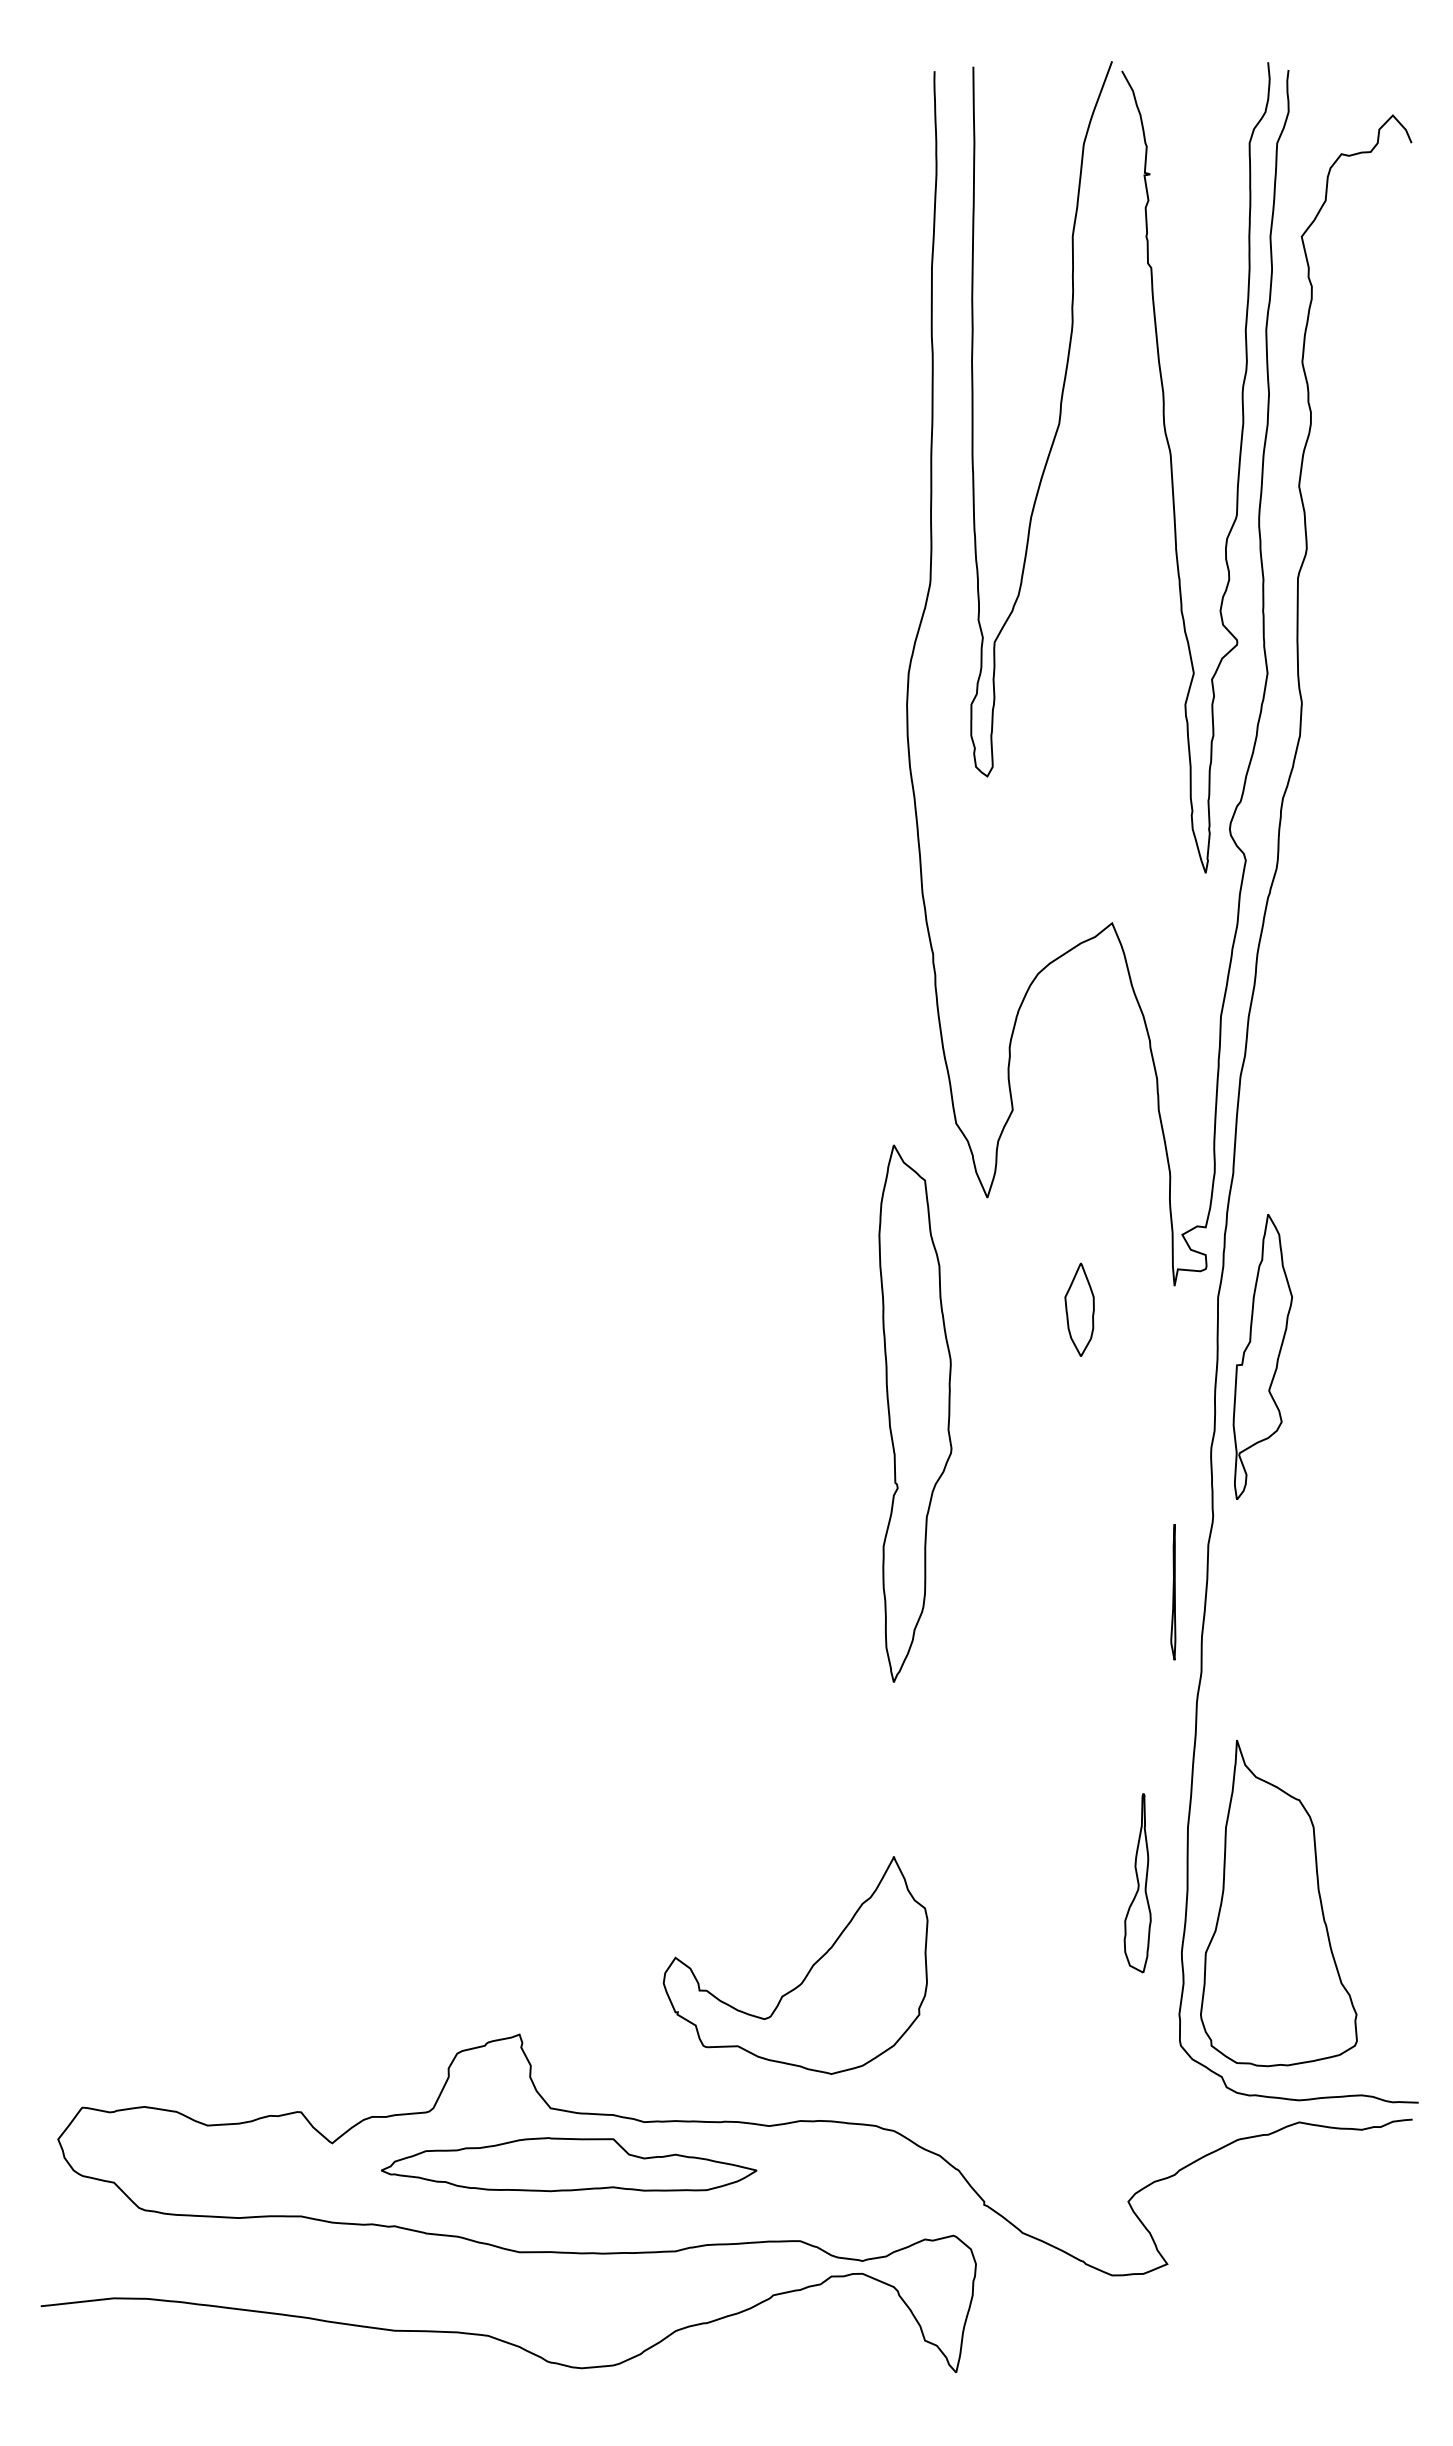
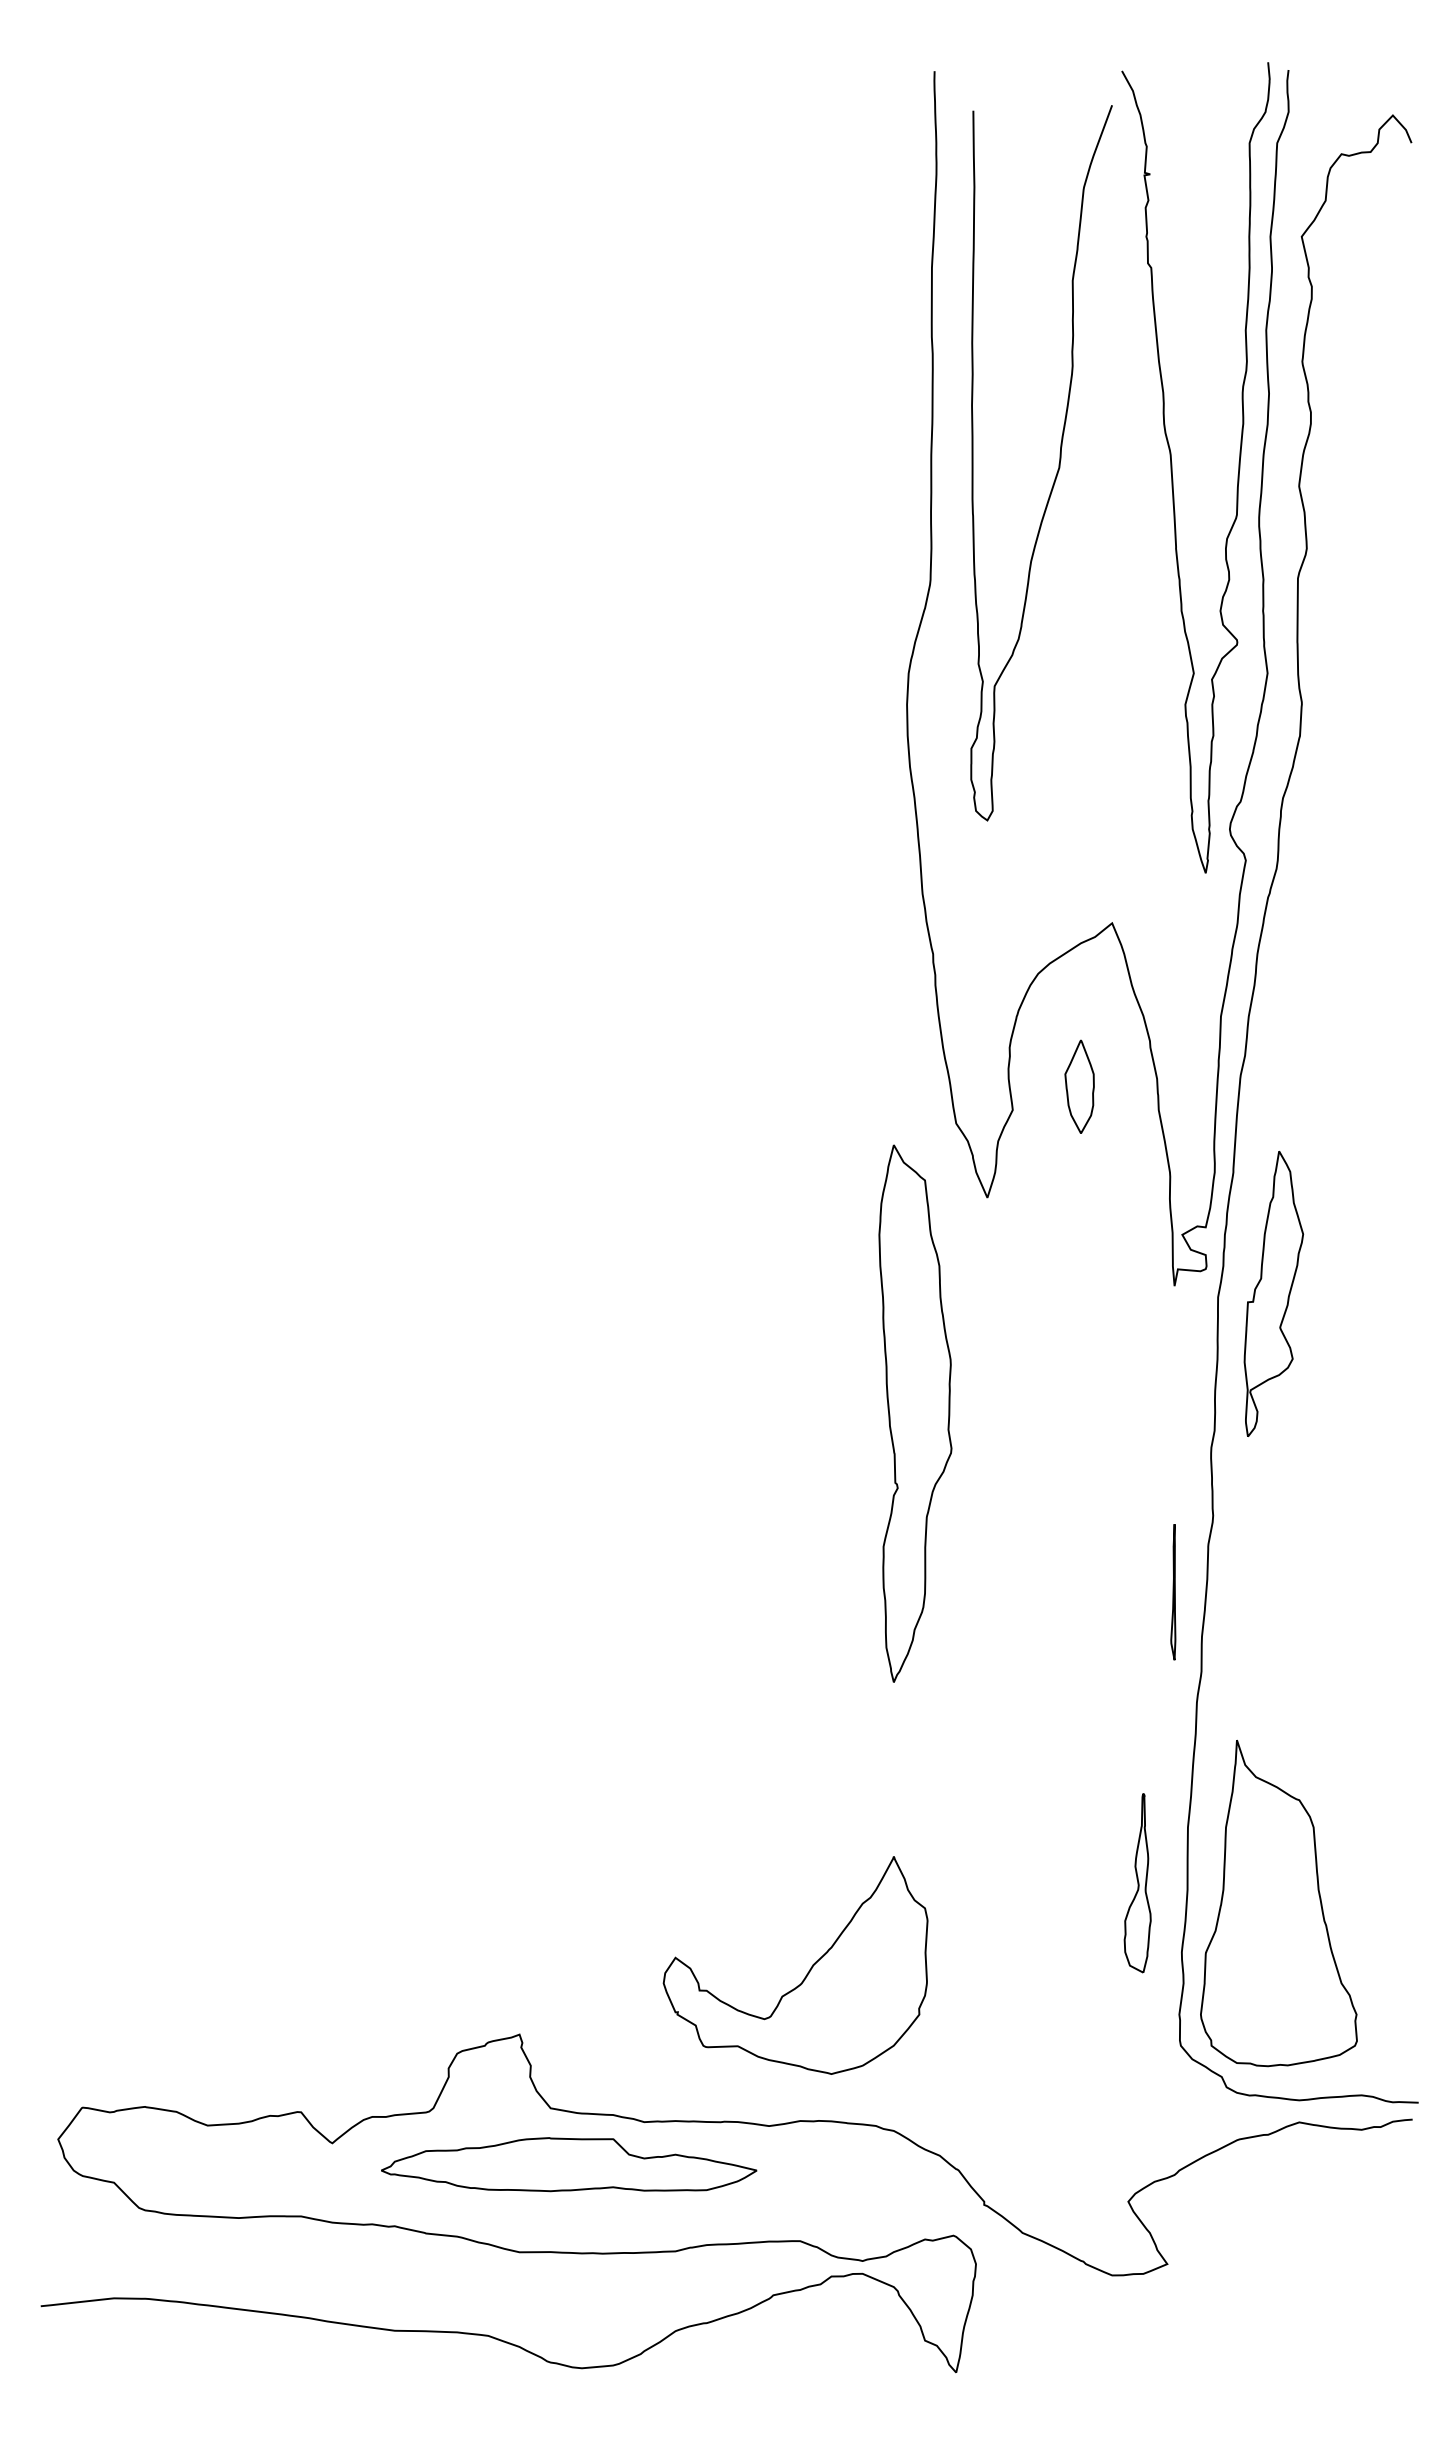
curve at (1058, 419) position: (1058, 419) -> (1058, 463)
part at (1079, 1309) position: (1079, 1309) -> (1079, 1086)
part at (1262, 1356) position: (1262, 1356) -> (1273, 1293)
